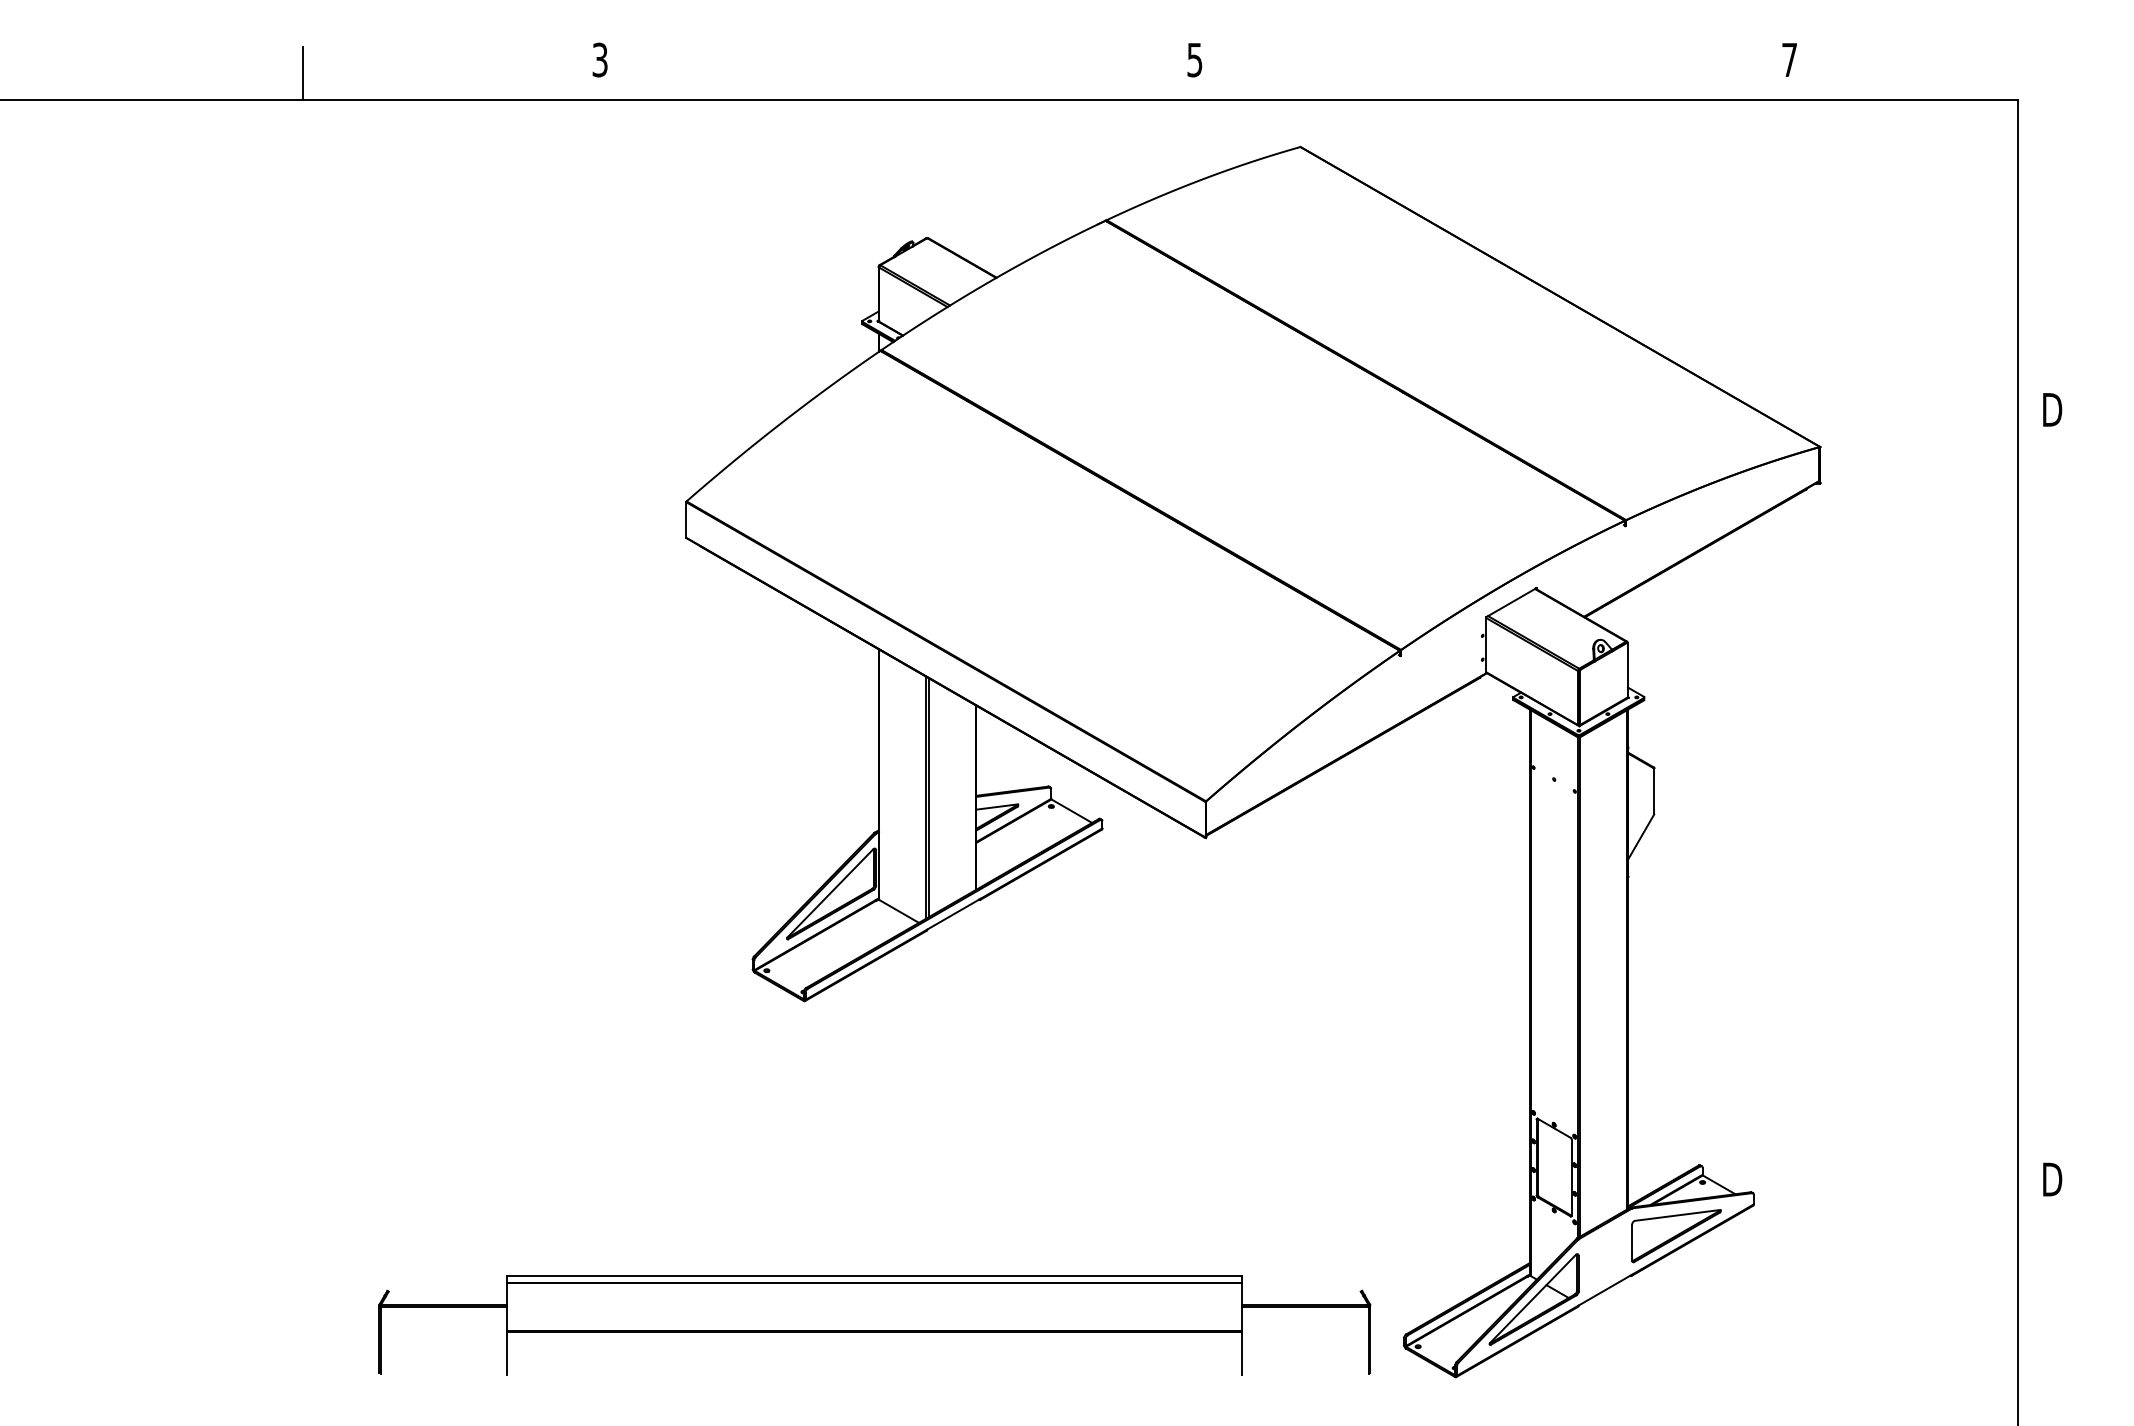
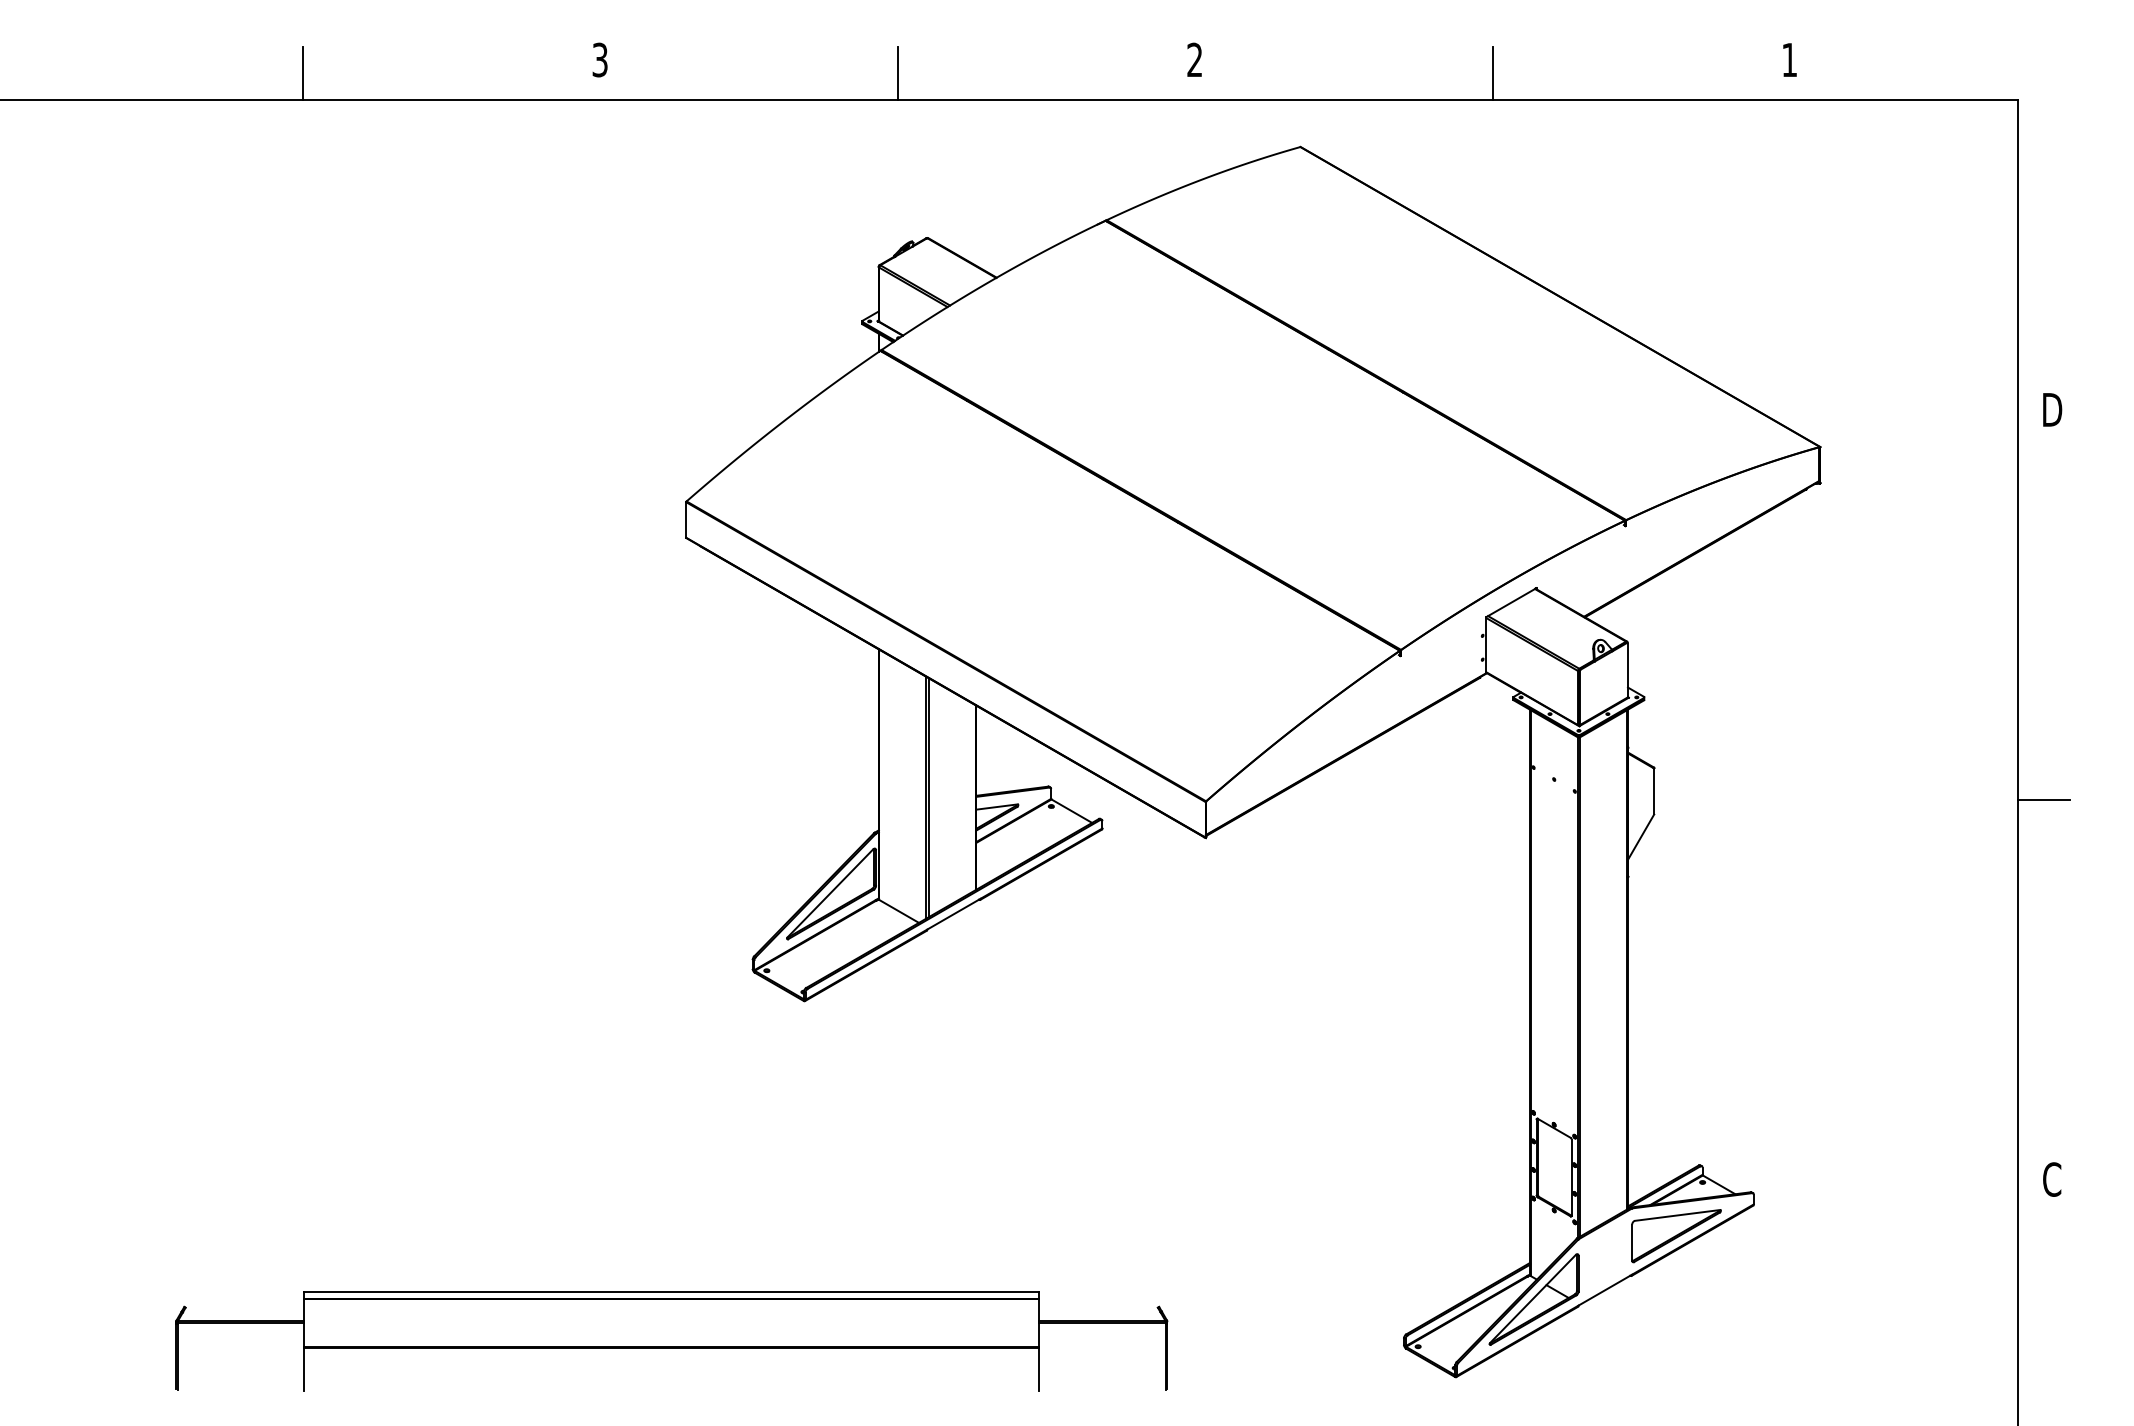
text at (1194, 59): 5 -> 2
text at (1789, 59): 7 -> 1
line at (897, 73): none -> present
line at (1492, 73): none -> present
line at (2043, 799): none -> present
text at (2052, 1179): D -> C
part at (874, 1325) position: (874, 1325) -> (671, 1341)
